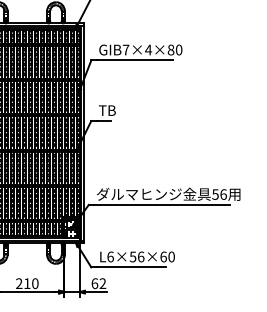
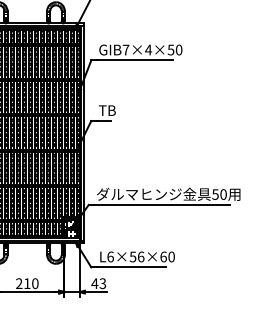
text at (170, 49): GIB7×4×80 -> GIB7×4×50
text at (223, 194): 56 -> 50
text at (98, 283): 62 -> 43
